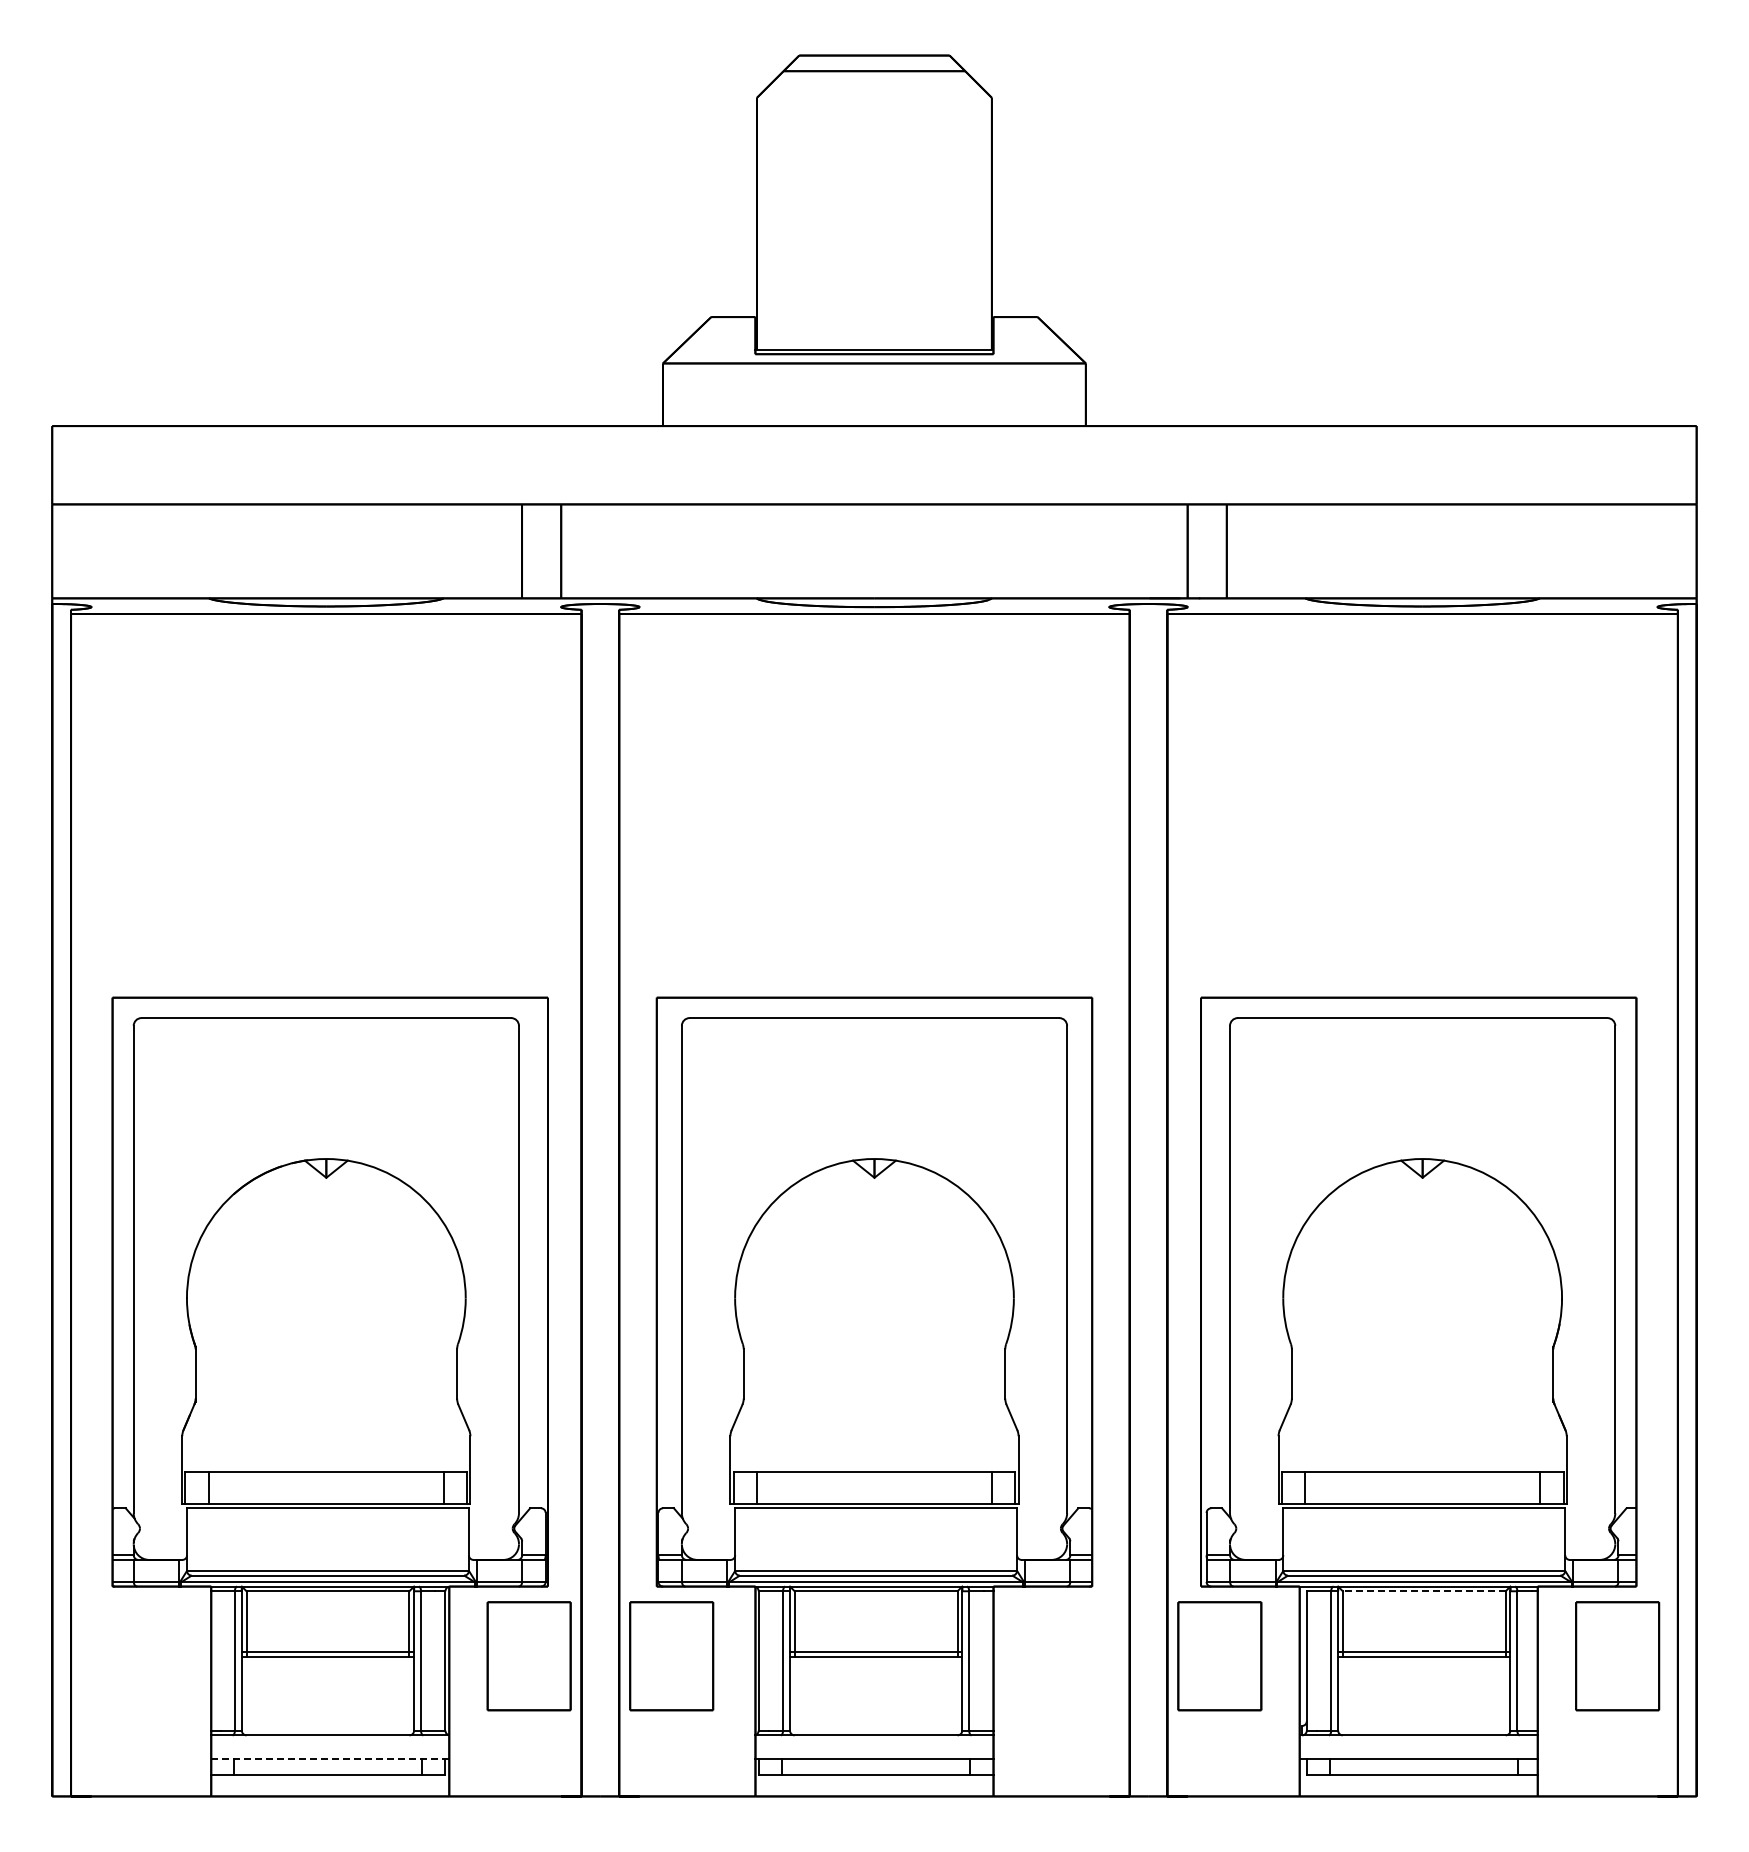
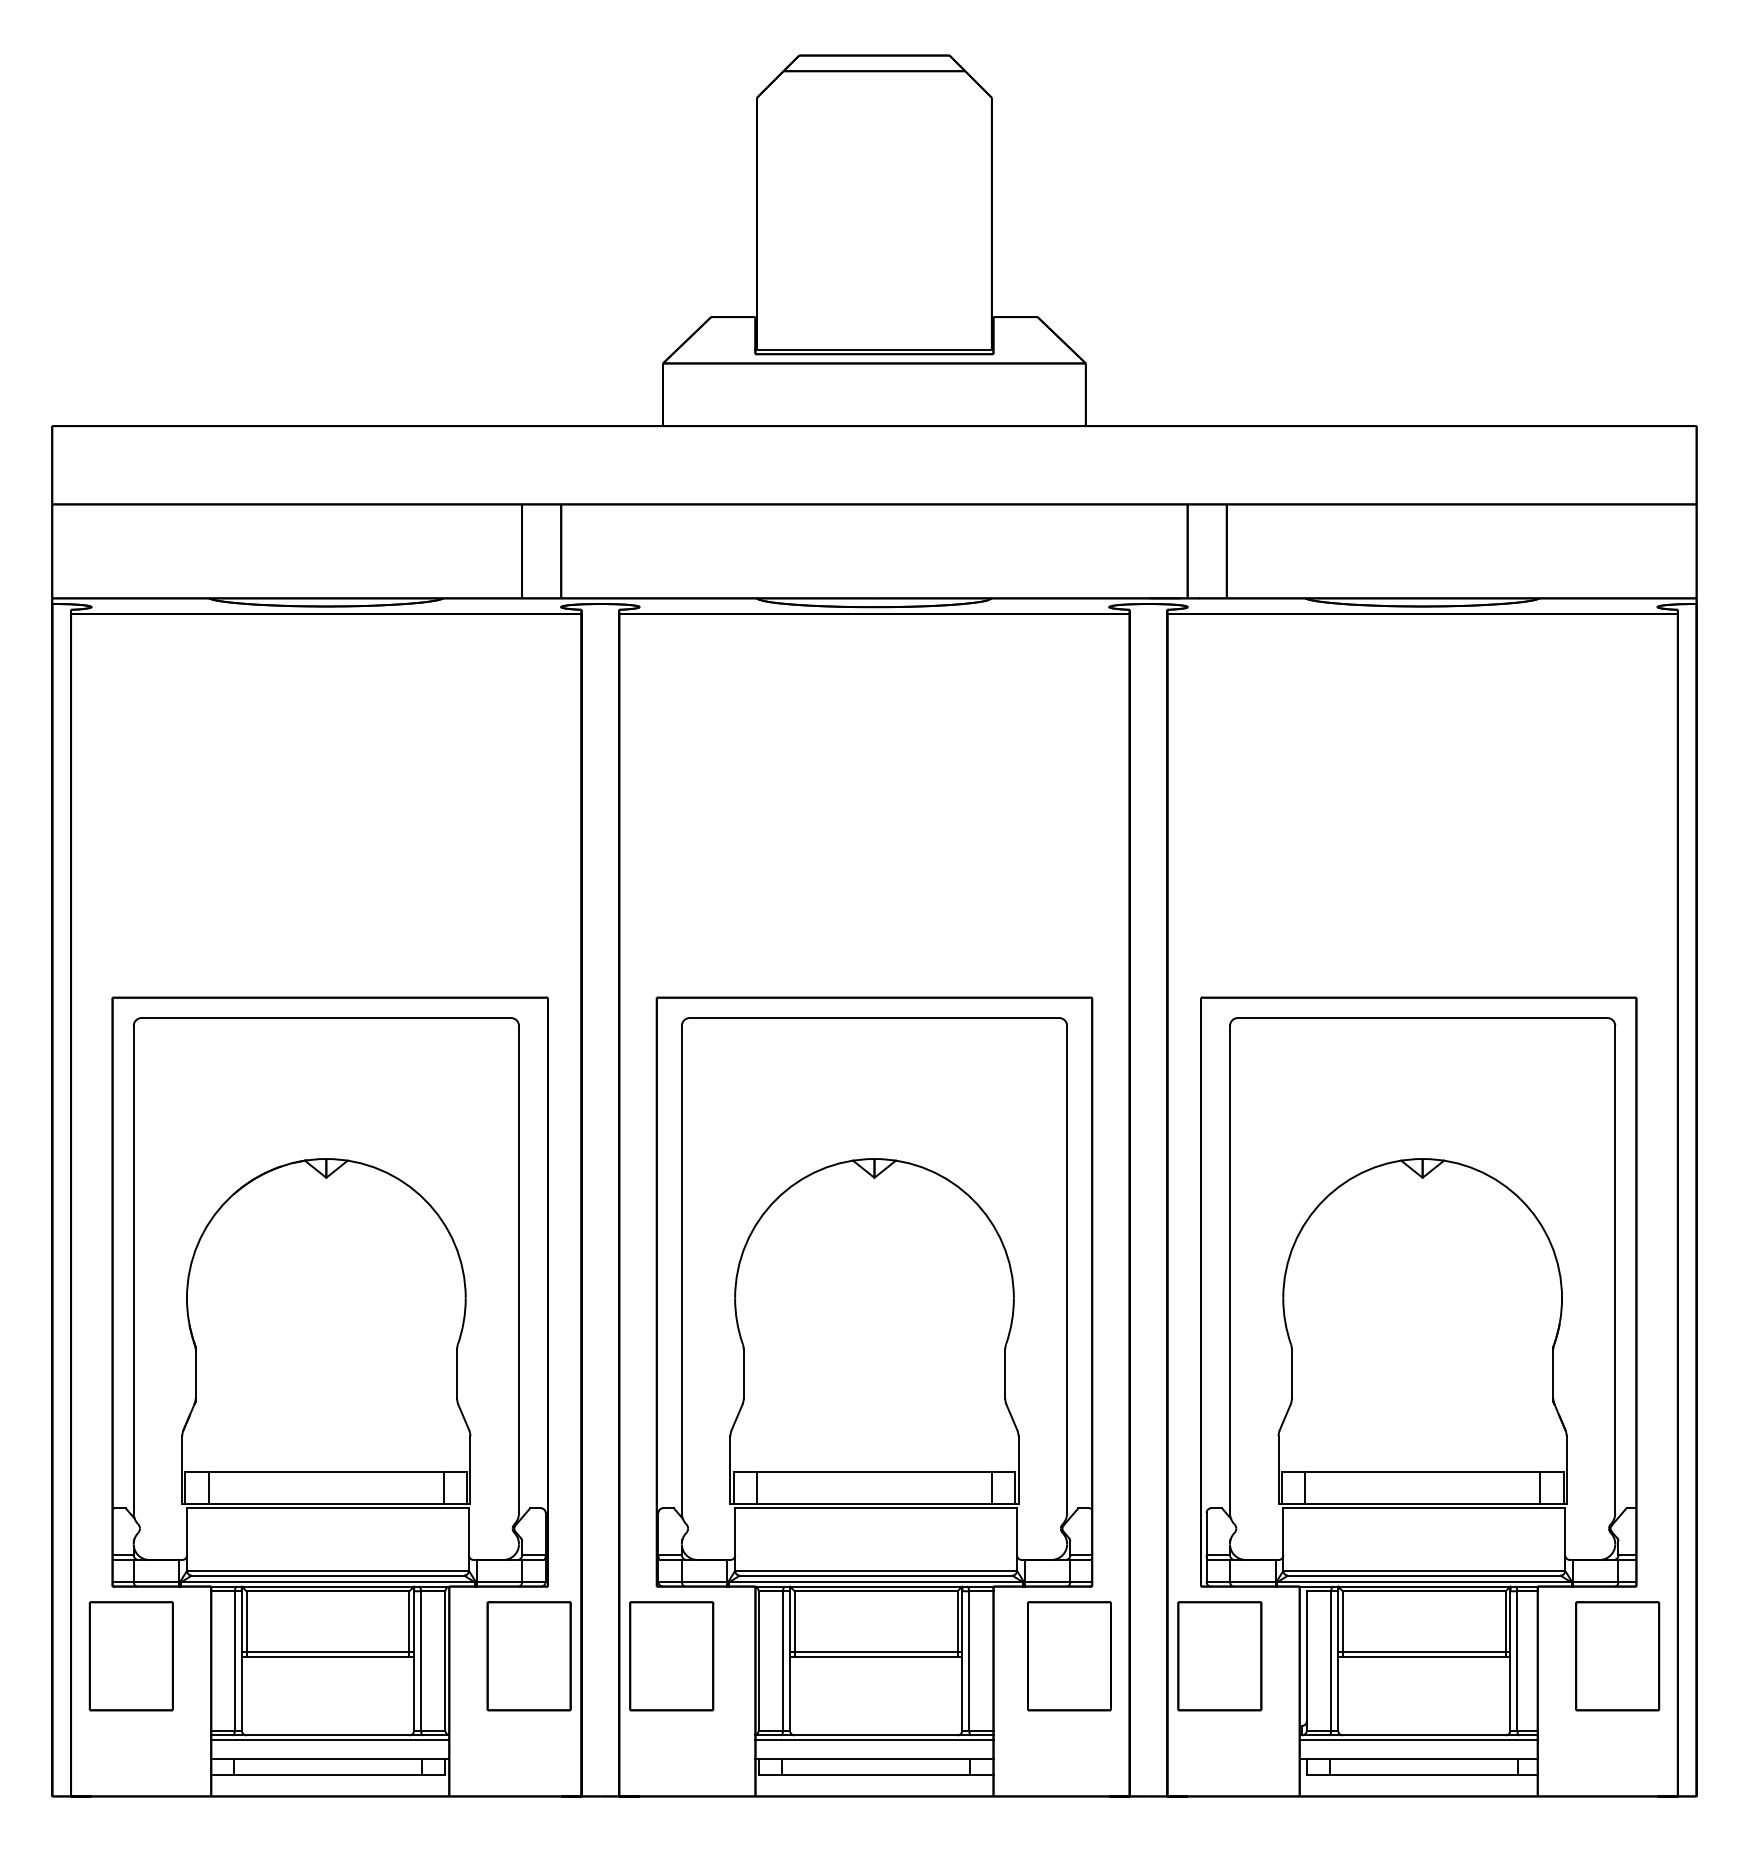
line at (1423, 1591): dashed -> solid
part at (130, 1656): none -> present
part at (1069, 1656): none -> present
line at (330, 1740): none -> present
line at (874, 1740): none -> present
line at (1418, 1740): none -> present
line at (329, 1758): dashed -> solid
